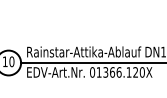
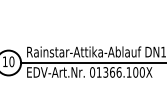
text at (135, 72): 01366.120X -> 01366.100X
